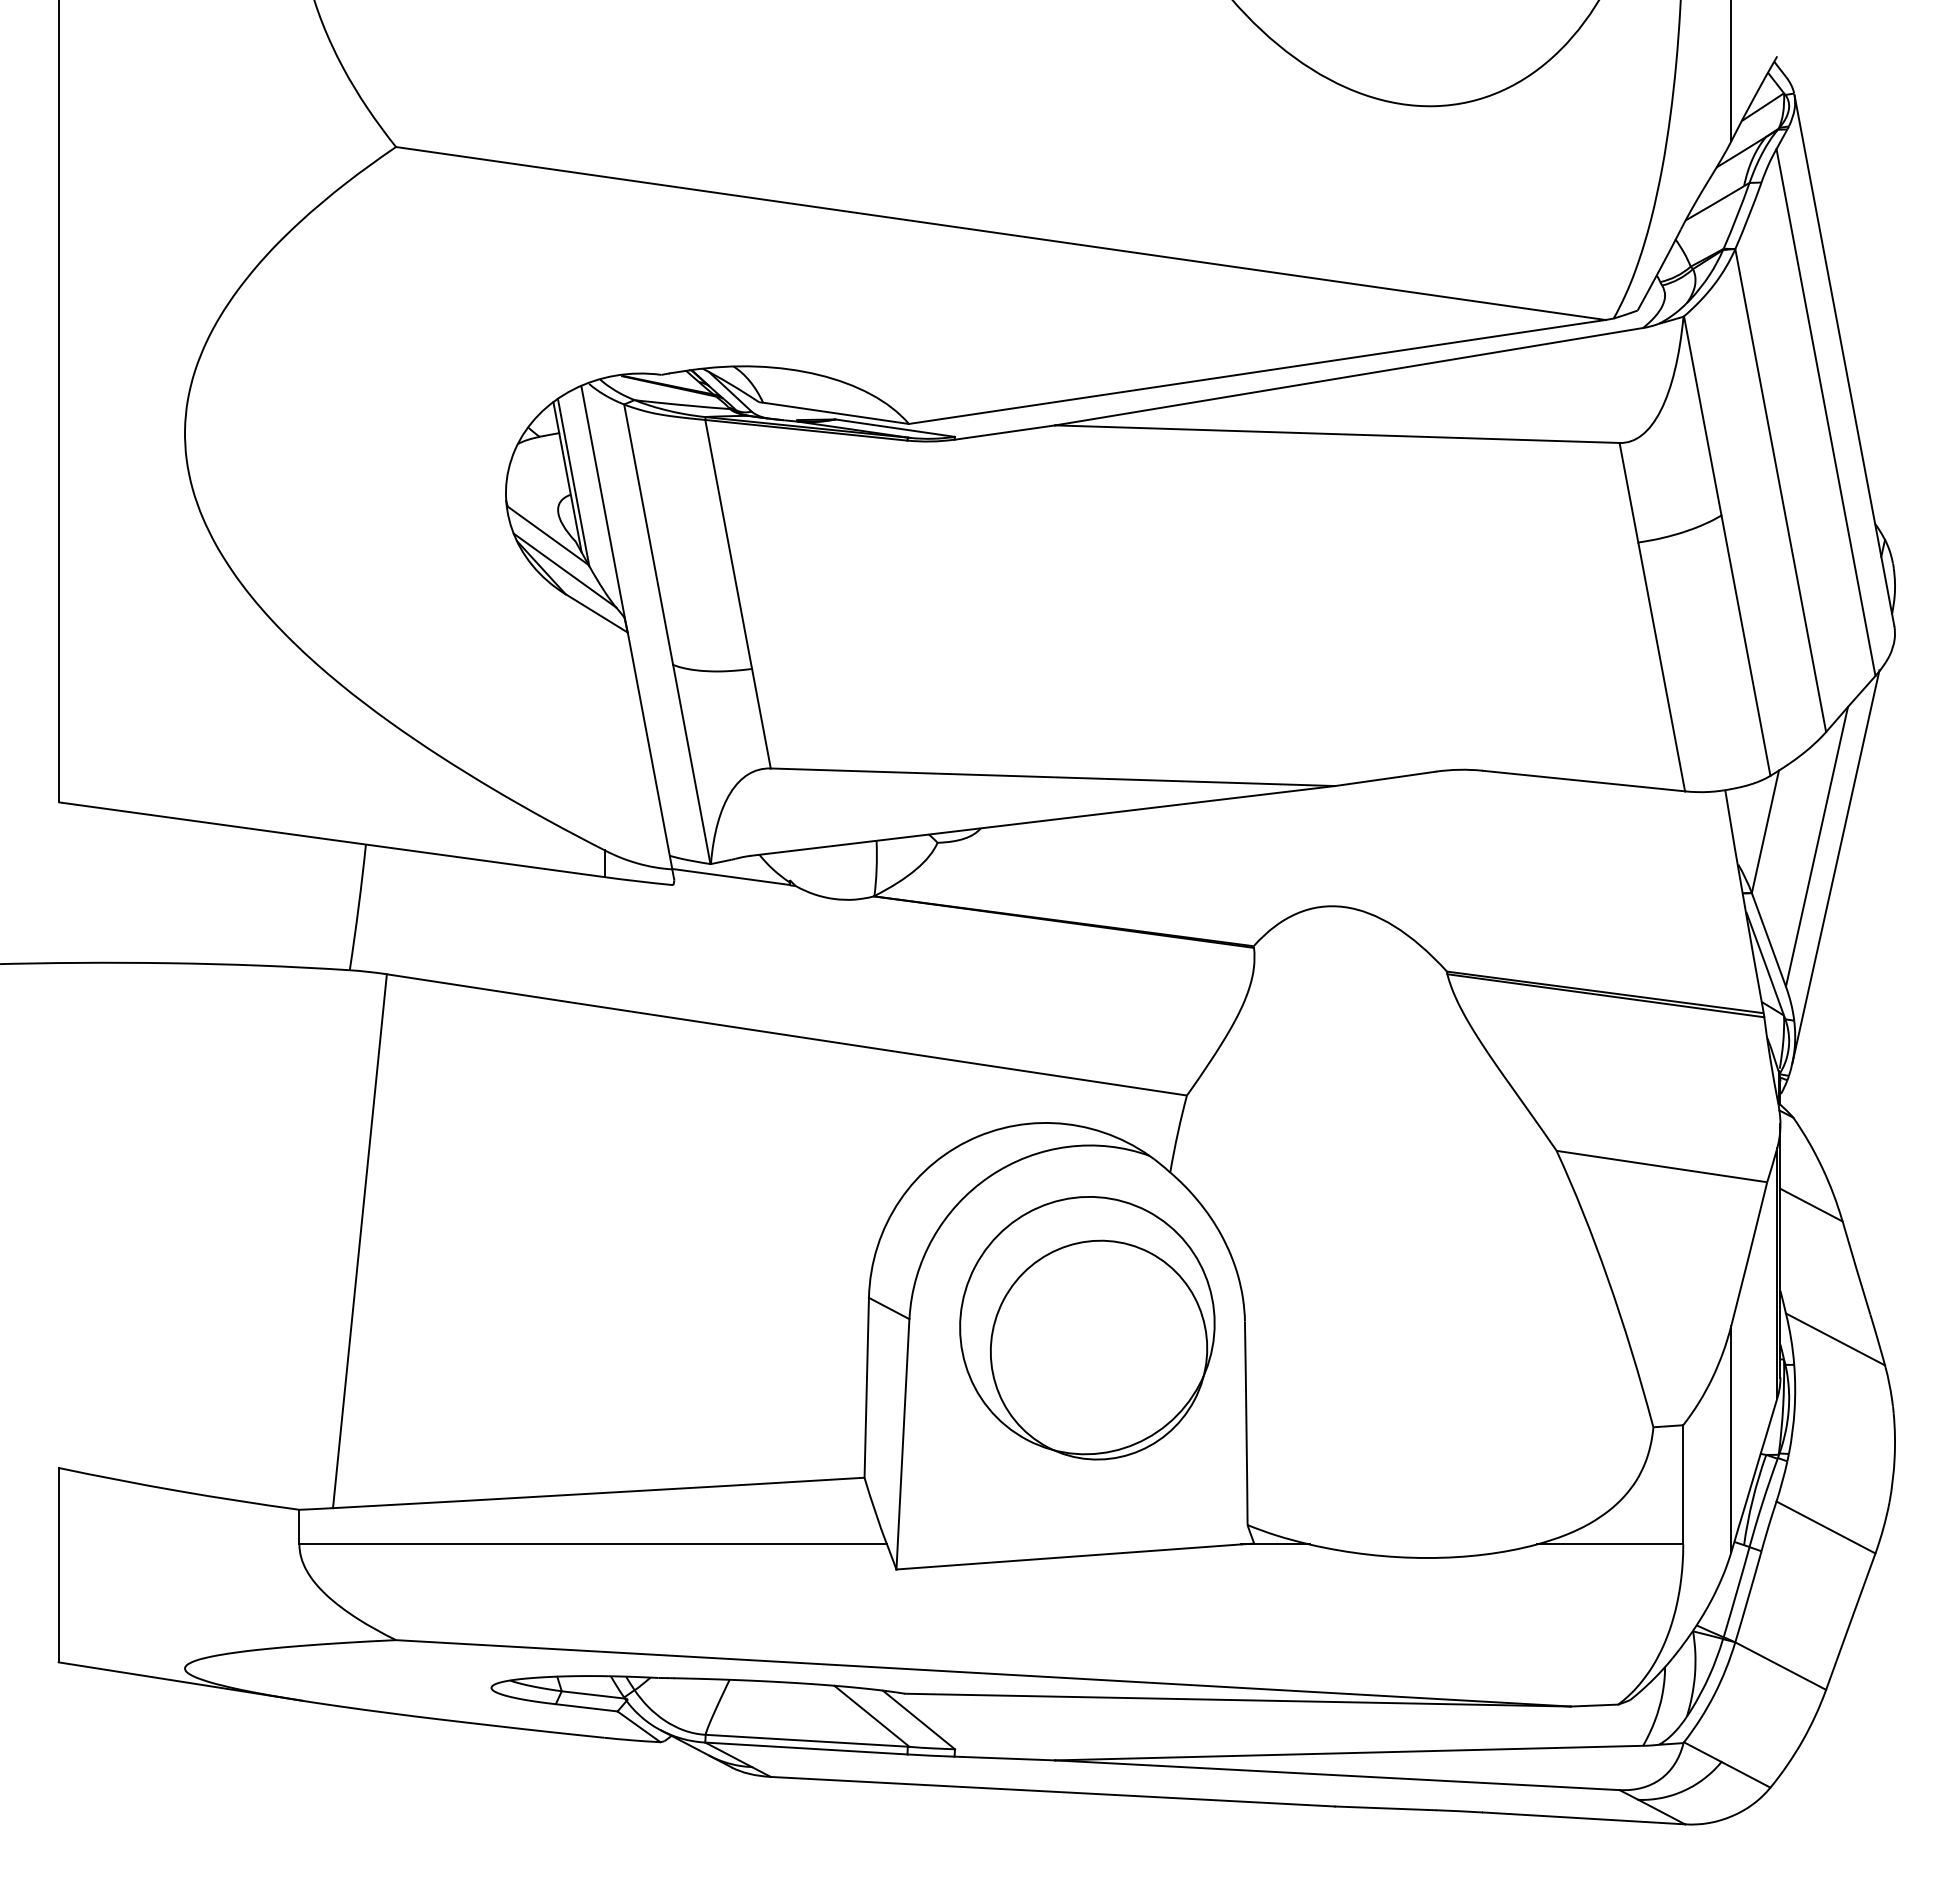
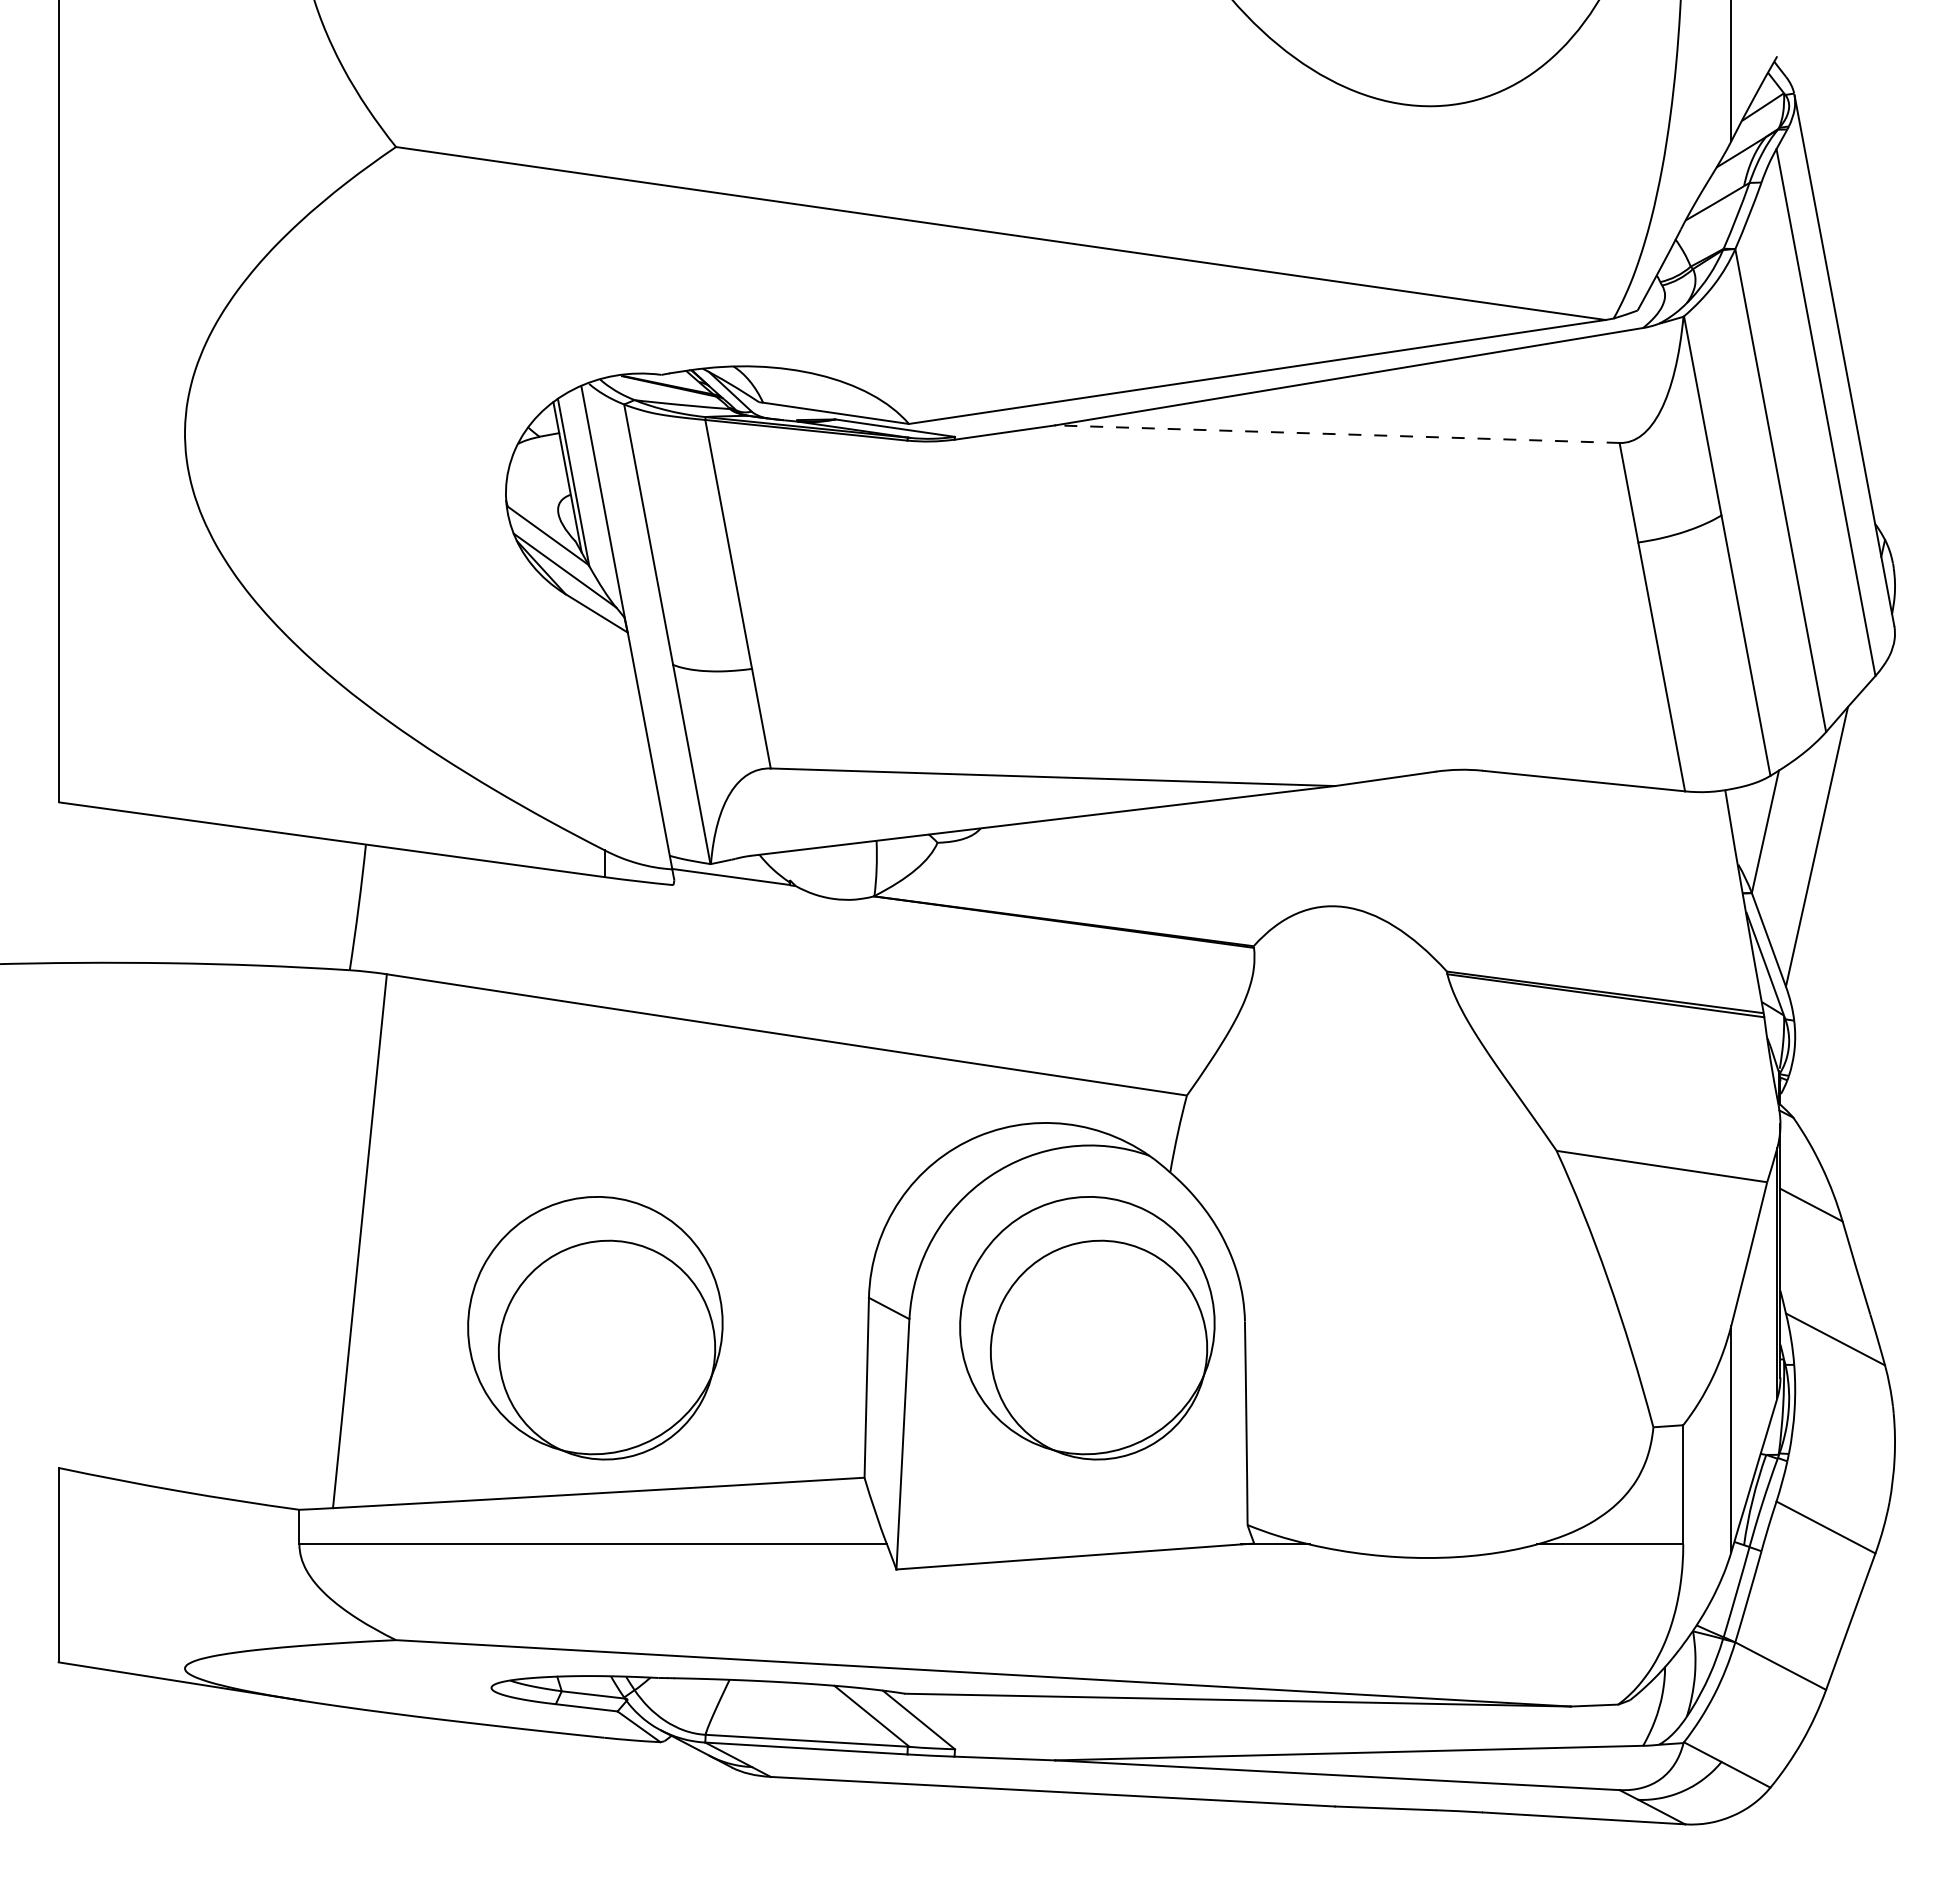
line at (1336, 434): solid -> dashed
line at (1835, 866): present -> none
part at (595, 1328): none -> present
